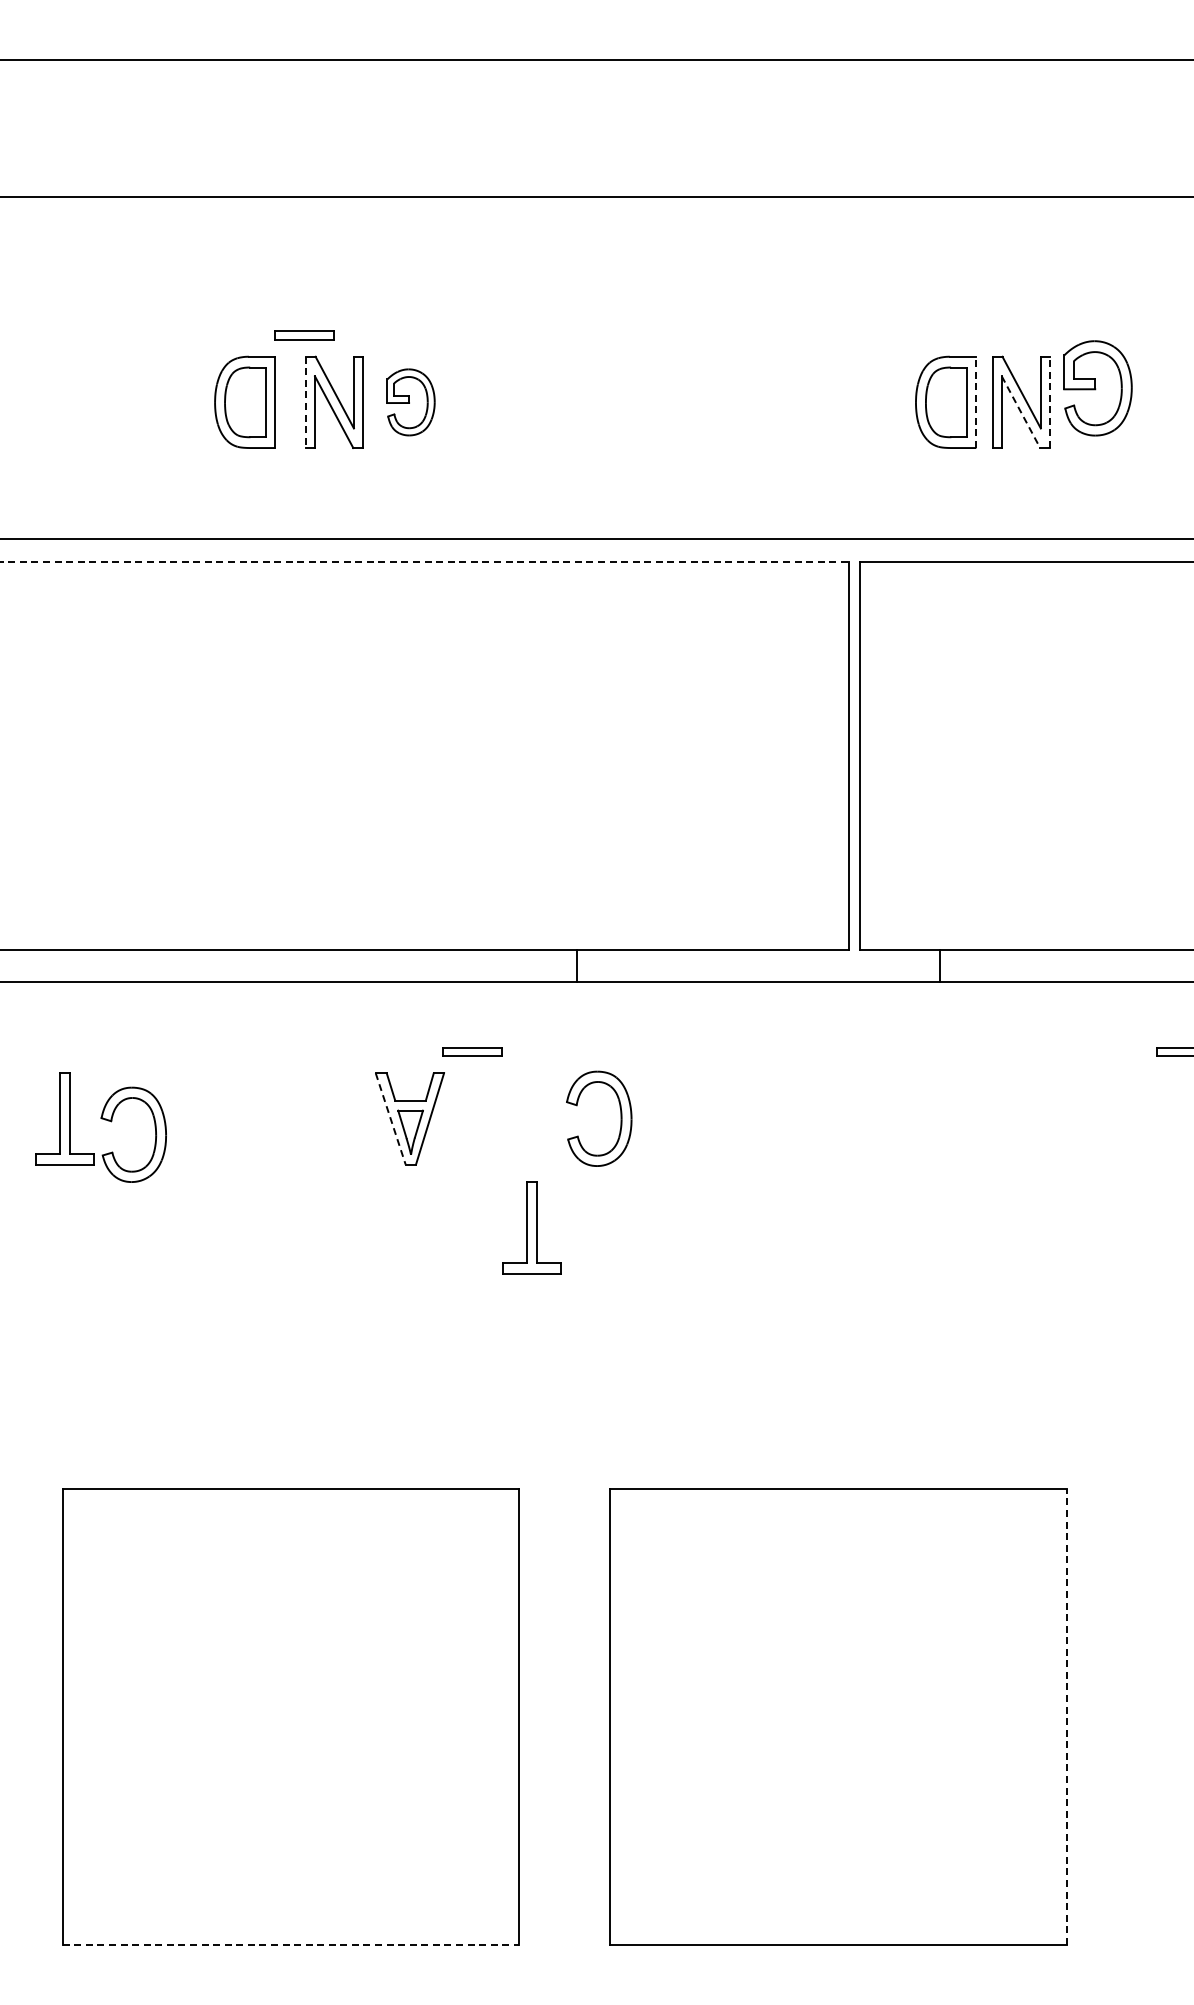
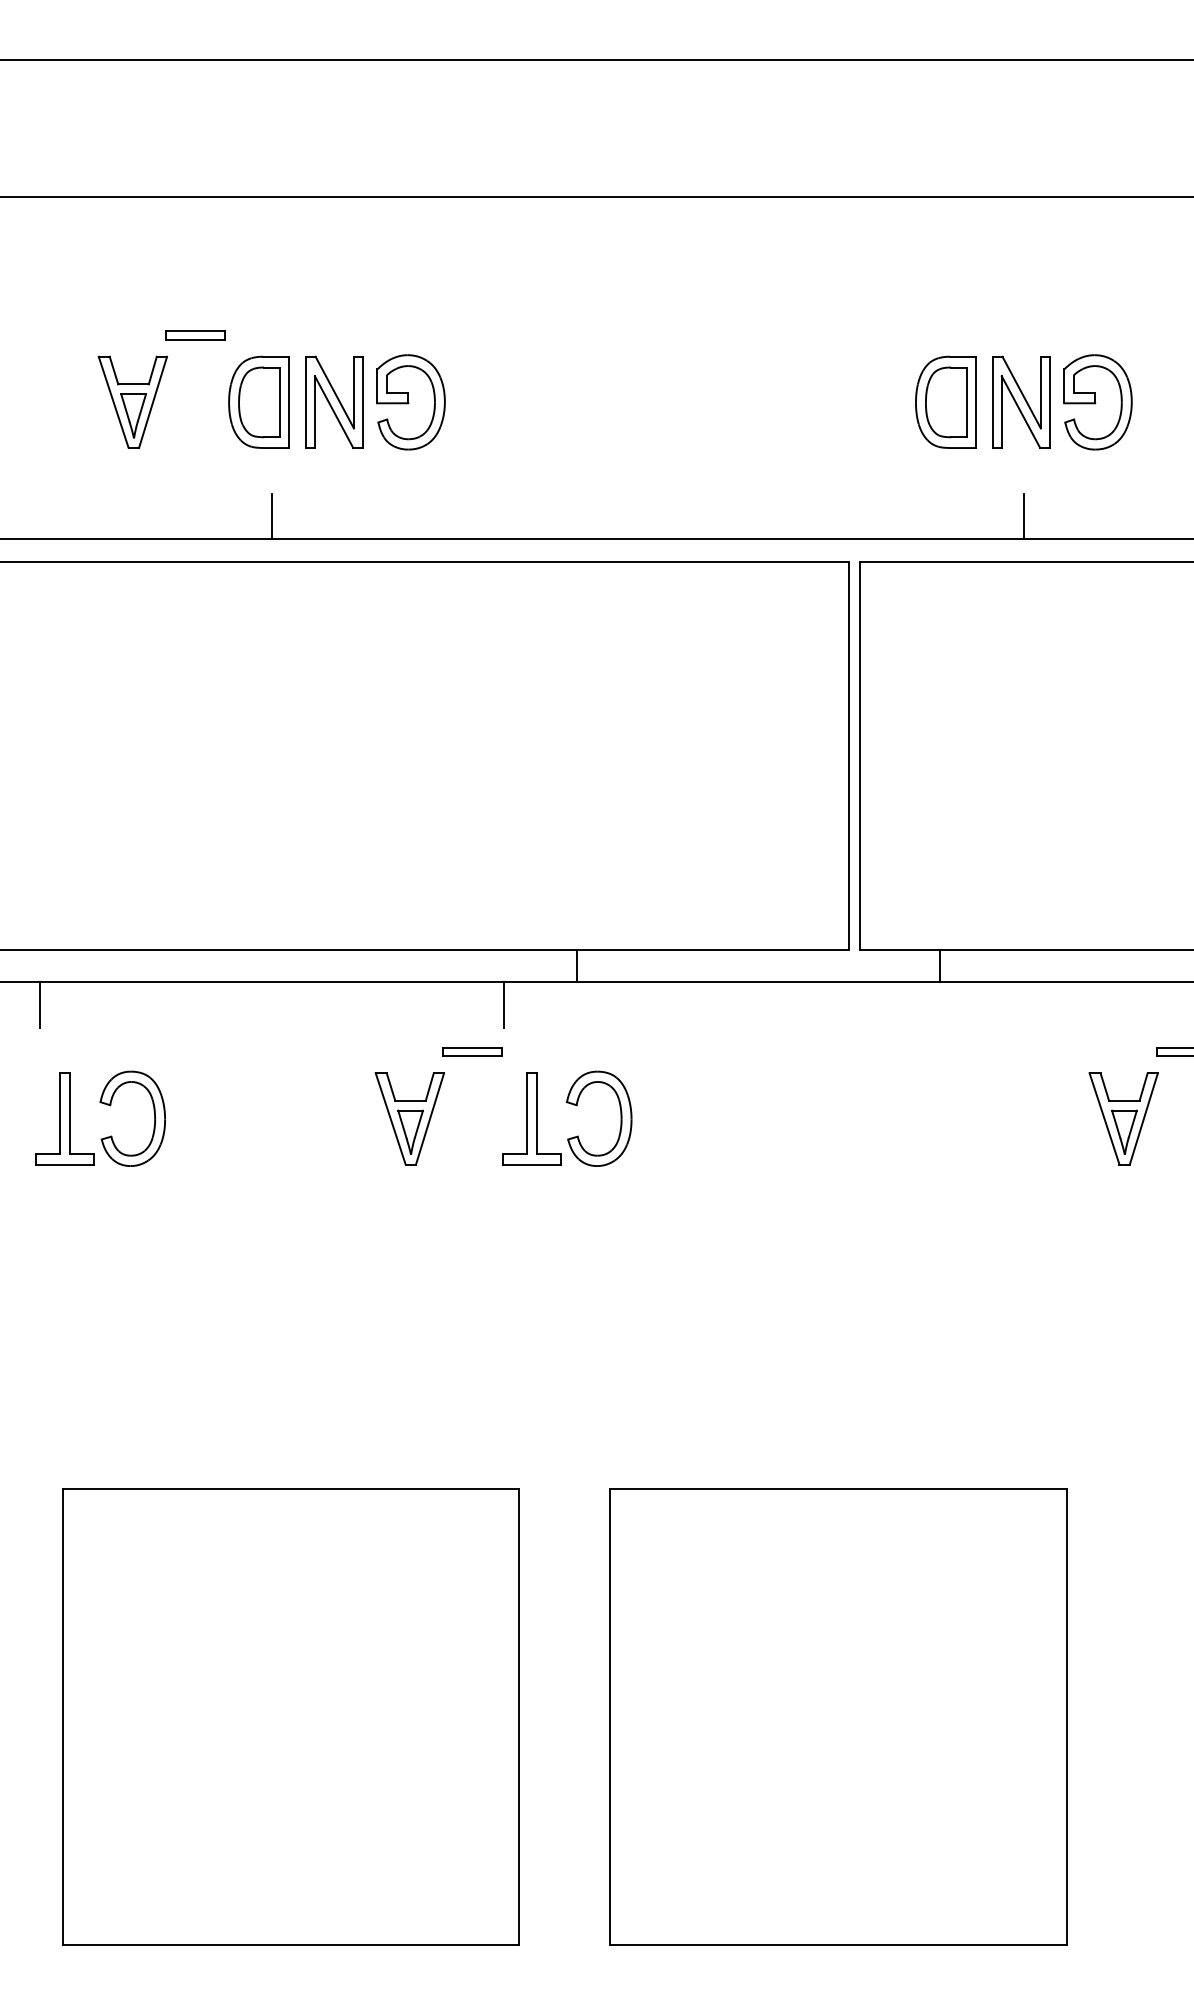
part at (304, 335) position: (304, 335) -> (195, 335)
part at (1097, 388) position: (1097, 388) -> (1097, 402)
part at (132, 401): none -> present
part at (244, 401) position: (244, 401) -> (258, 401)
line at (305, 402): dashed -> solid
part at (410, 402) size: 50x69 px -> 70x97 px
line at (976, 402): dashed -> solid
line at (1050, 402): dashed -> solid
line at (1021, 412): dashed -> solid
line at (271, 516): none -> present
line at (1023, 516): none -> present
line at (425, 562): dashed -> solid
line at (39, 1004): none -> present
line at (503, 1004): none -> present
part at (1123, 1118): none -> present
line at (390, 1119): dashed -> solid
part at (155, 1134) position: (155, 1134) -> (154, 1118)
part at (531, 1227) position: (531, 1227) -> (531, 1118)
line at (1066, 1716): dashed -> solid
line at (291, 1944): dashed -> solid
